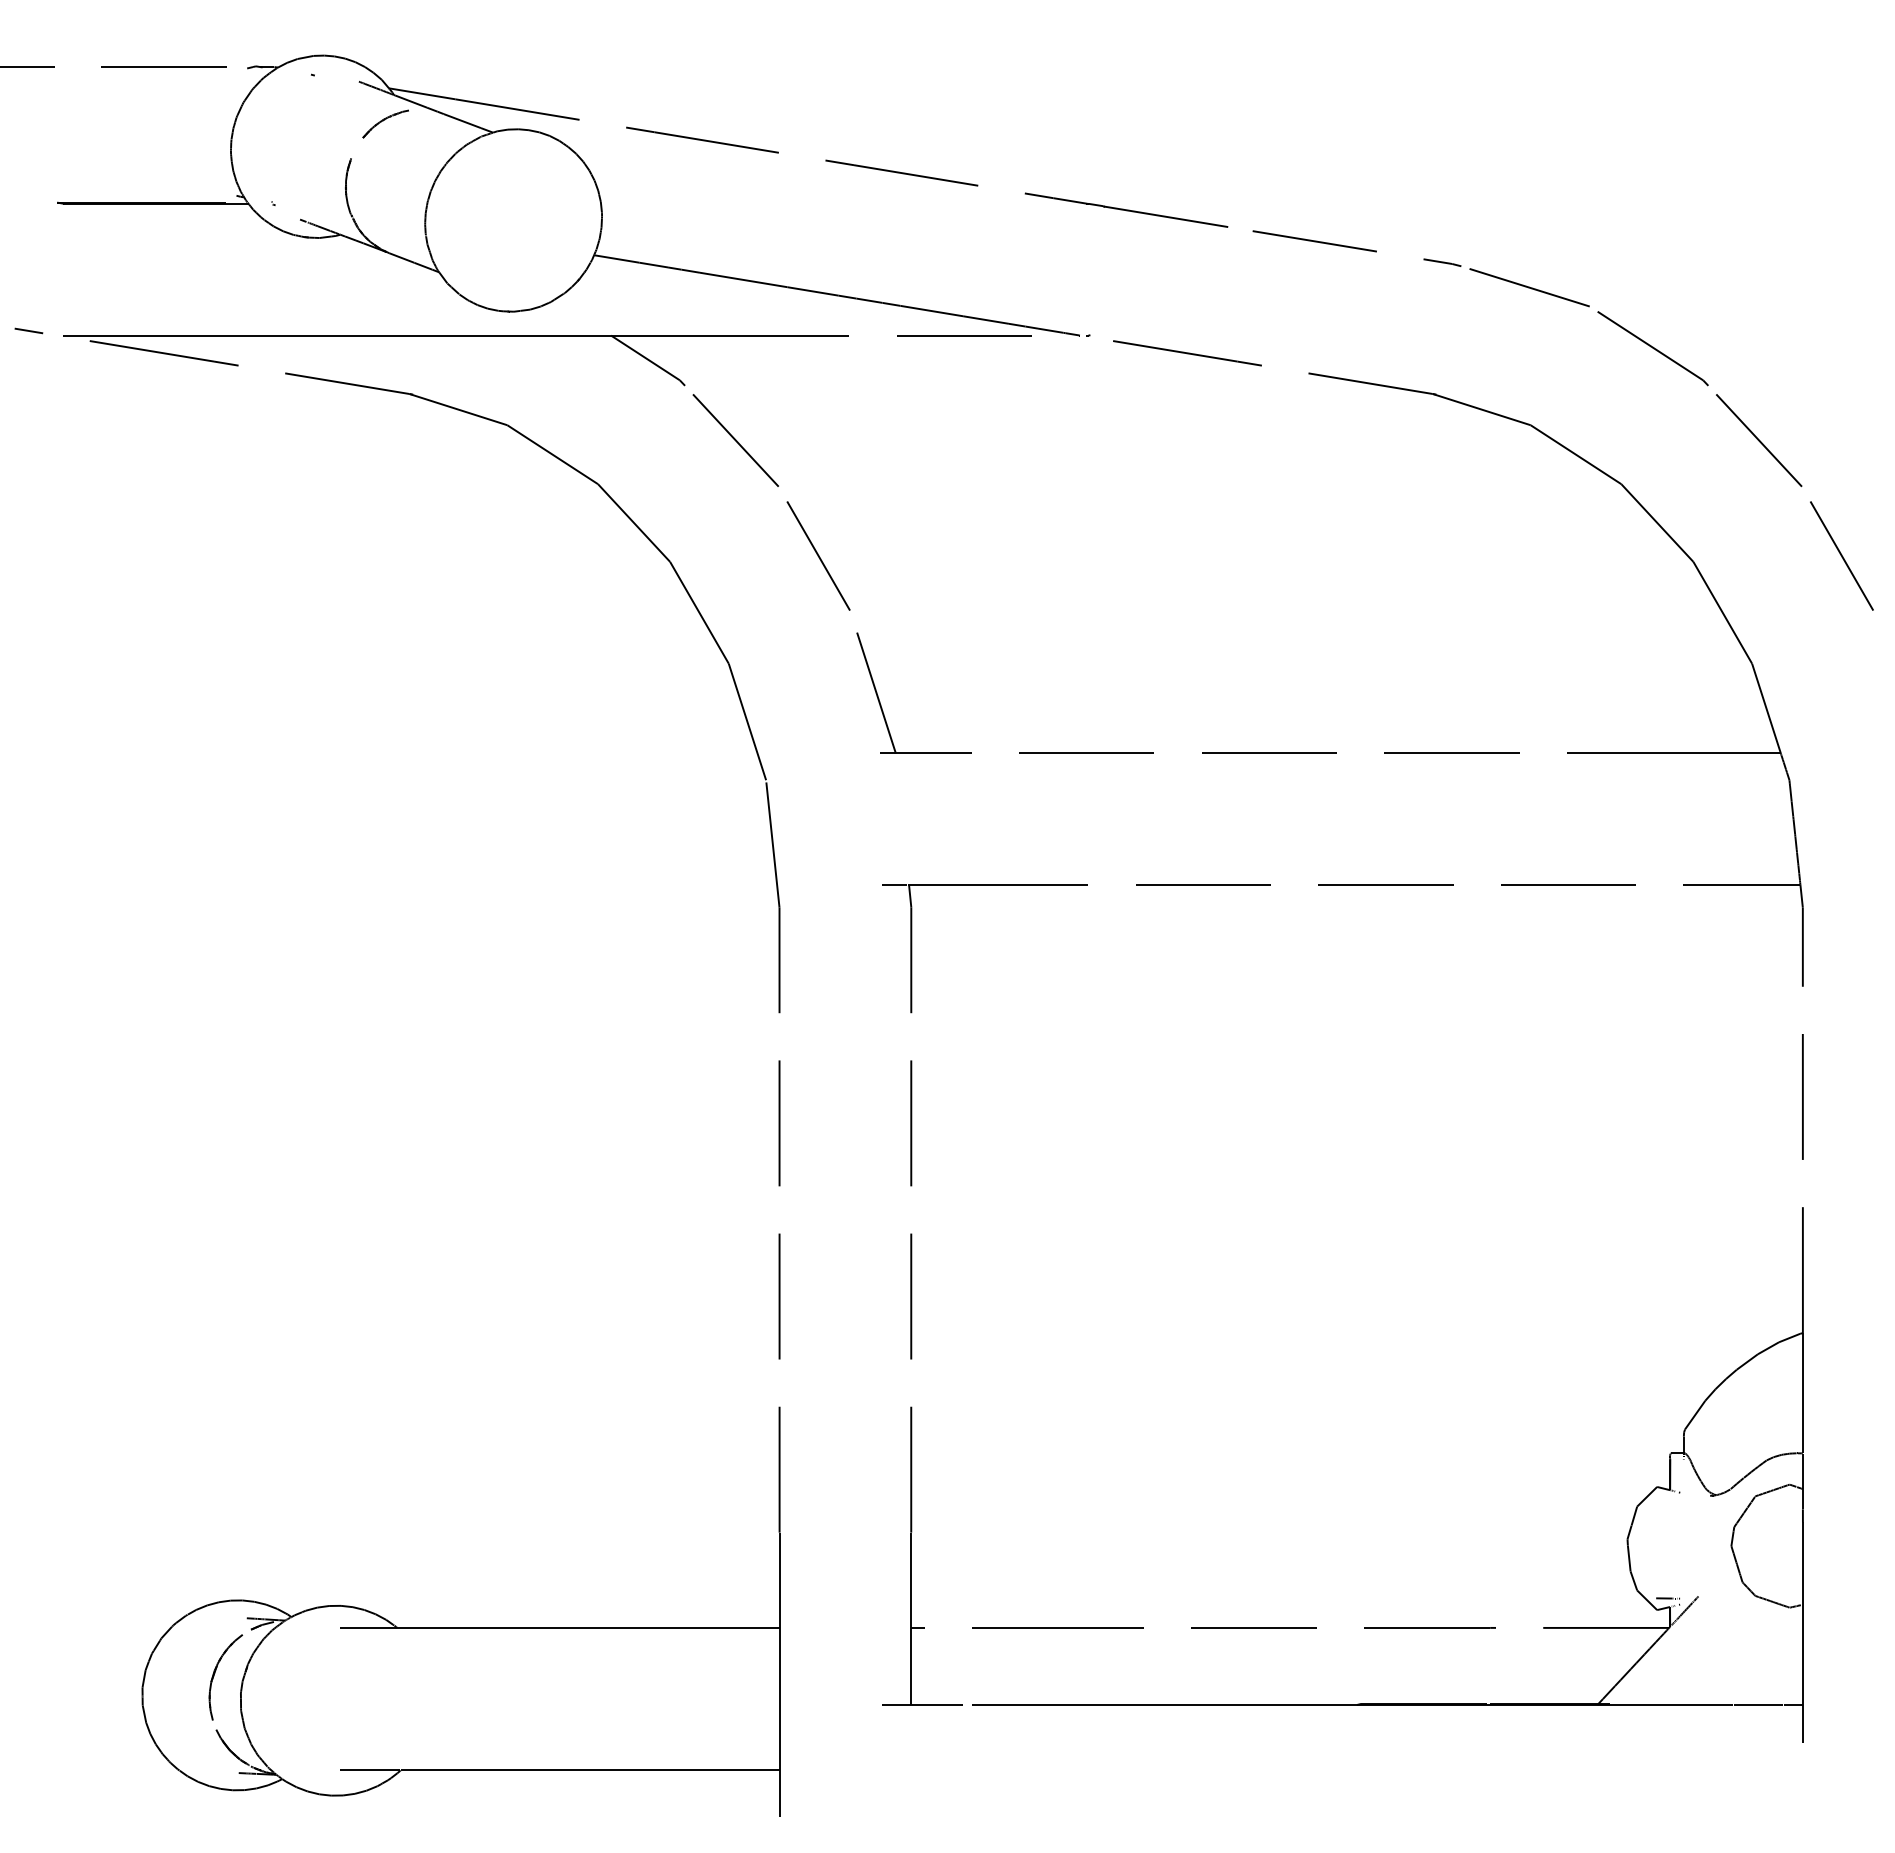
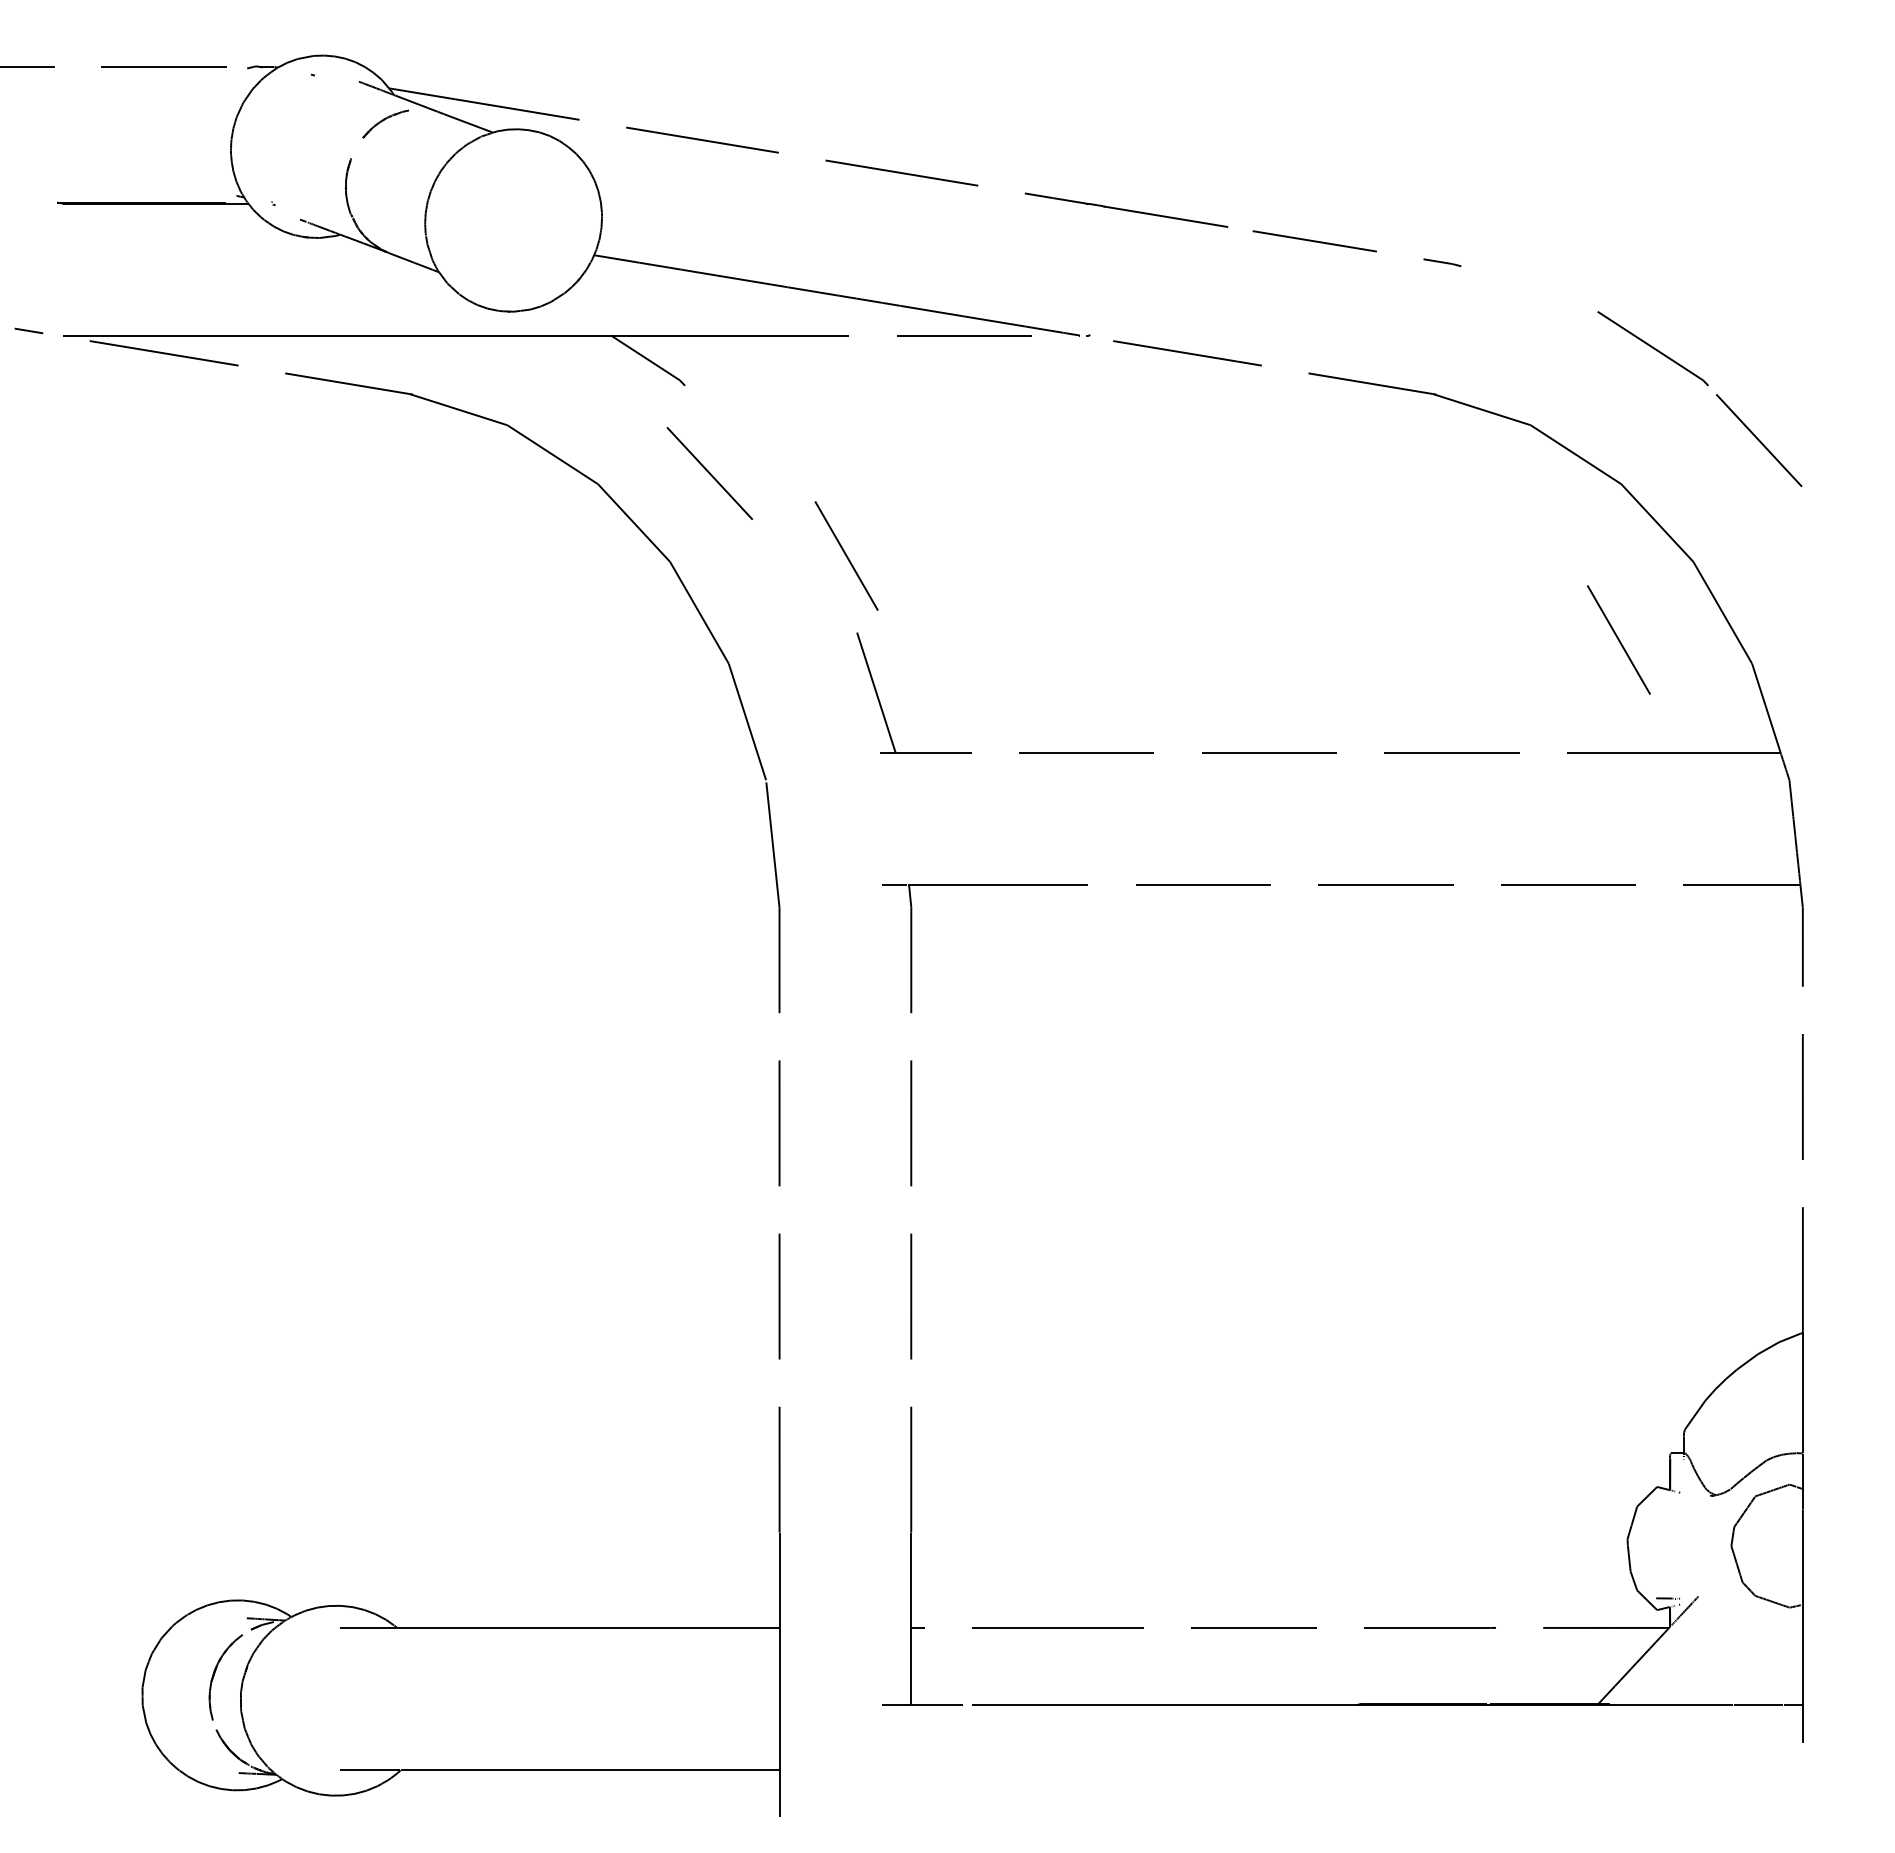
line at (1529, 287): present -> none
line at (735, 440) position: (735, 440) -> (709, 473)
line at (818, 555) position: (818, 555) -> (846, 555)
line at (1841, 555) position: (1841, 555) -> (1618, 639)
